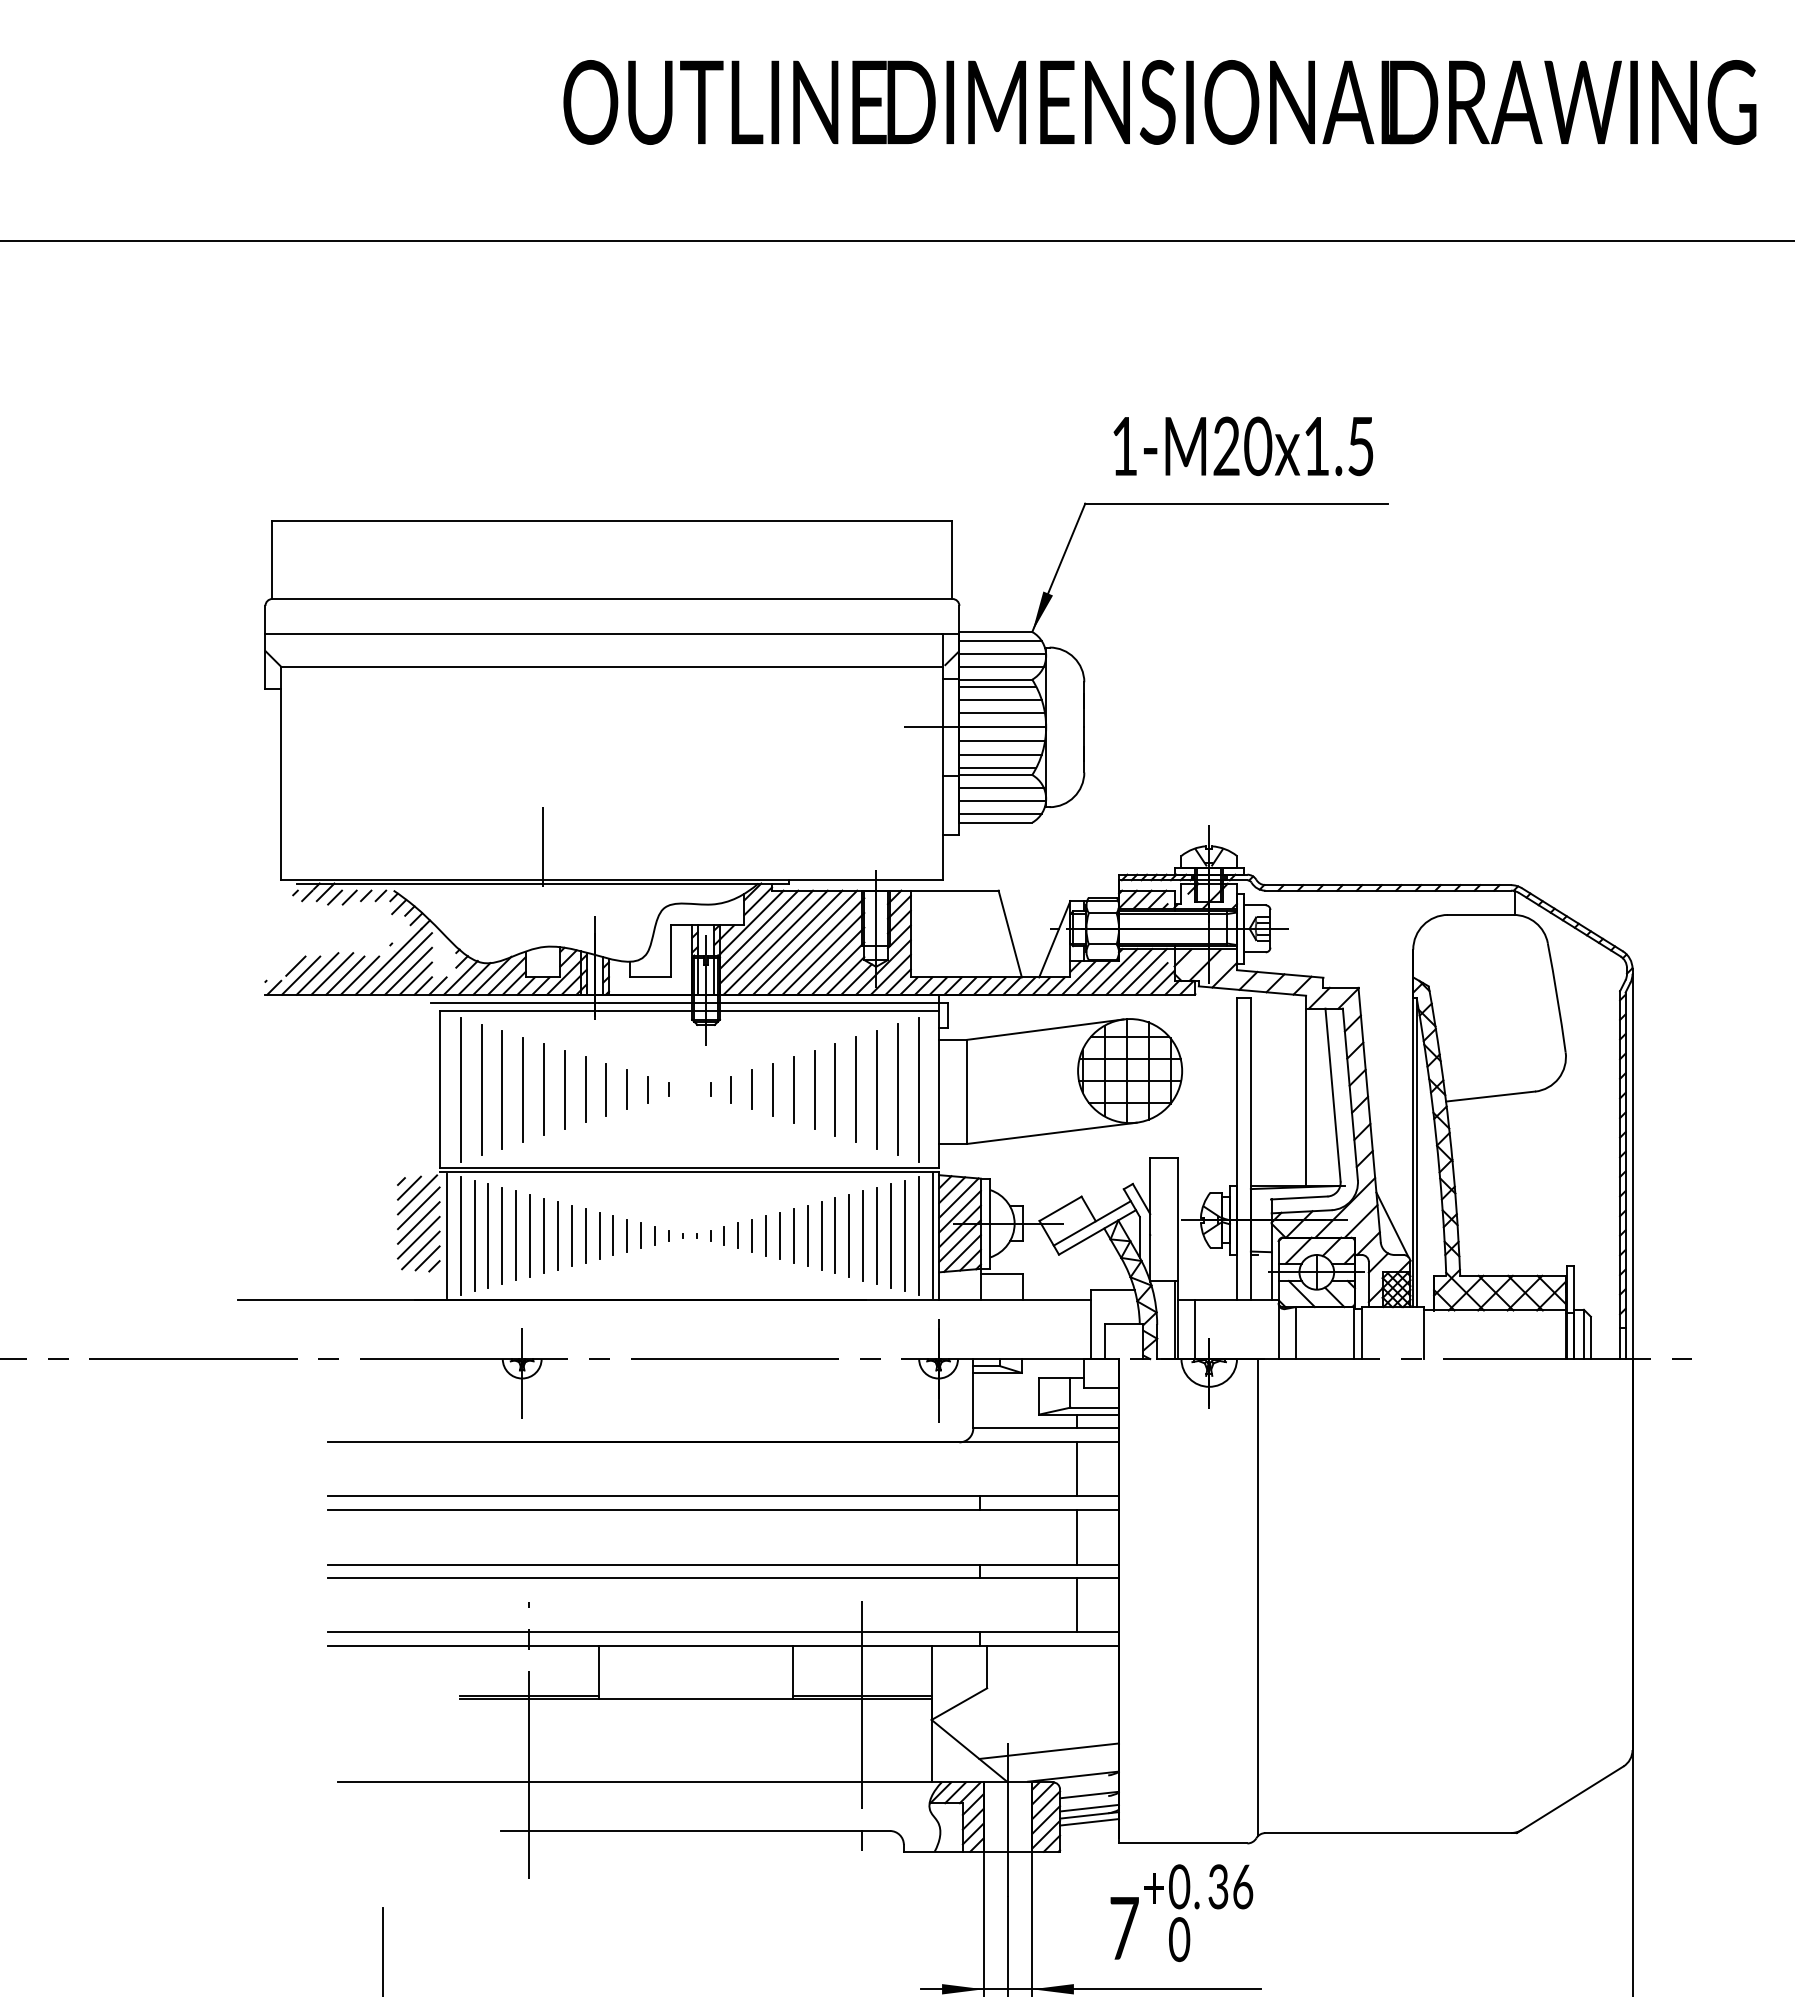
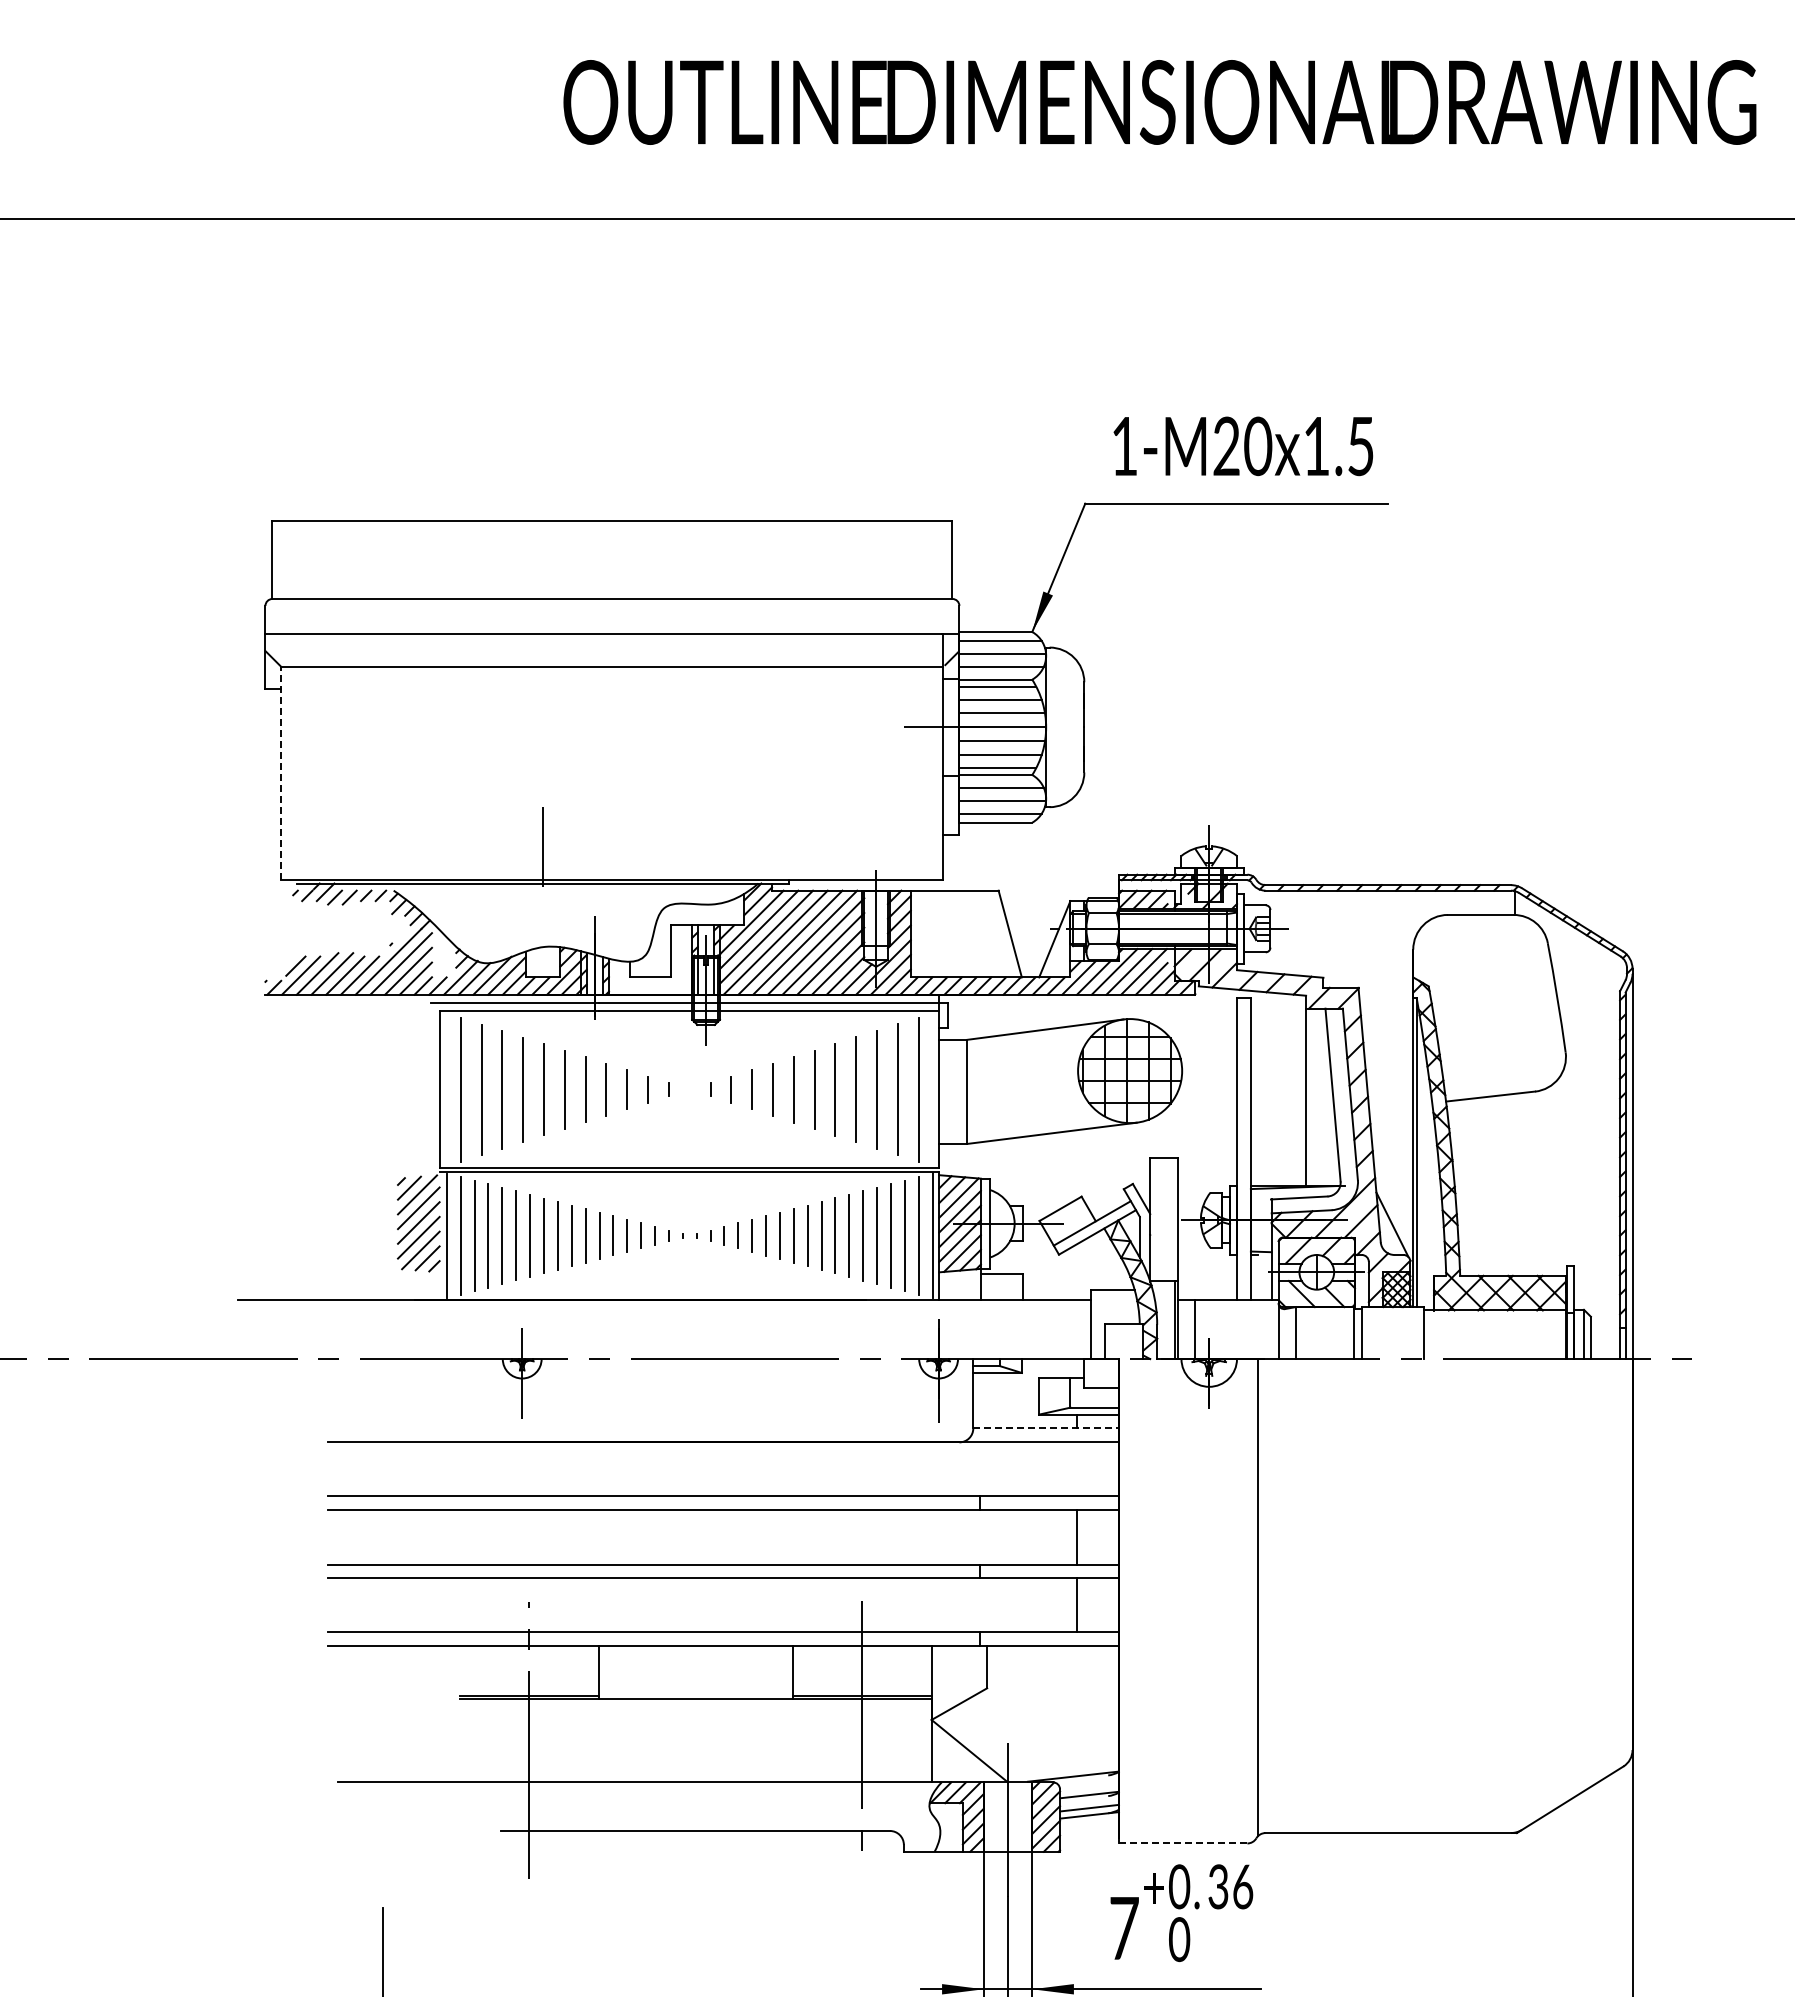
line at (896, 241) position: (896, 241) -> (896, 219)
line at (281, 773): solid -> dashed
line at (1046, 1428): solid -> dashed
line at (1077, 1469): present -> none
line at (1049, 1750): present -> none
line at (1089, 1822): present -> none
line at (1183, 1843): solid -> dashed
